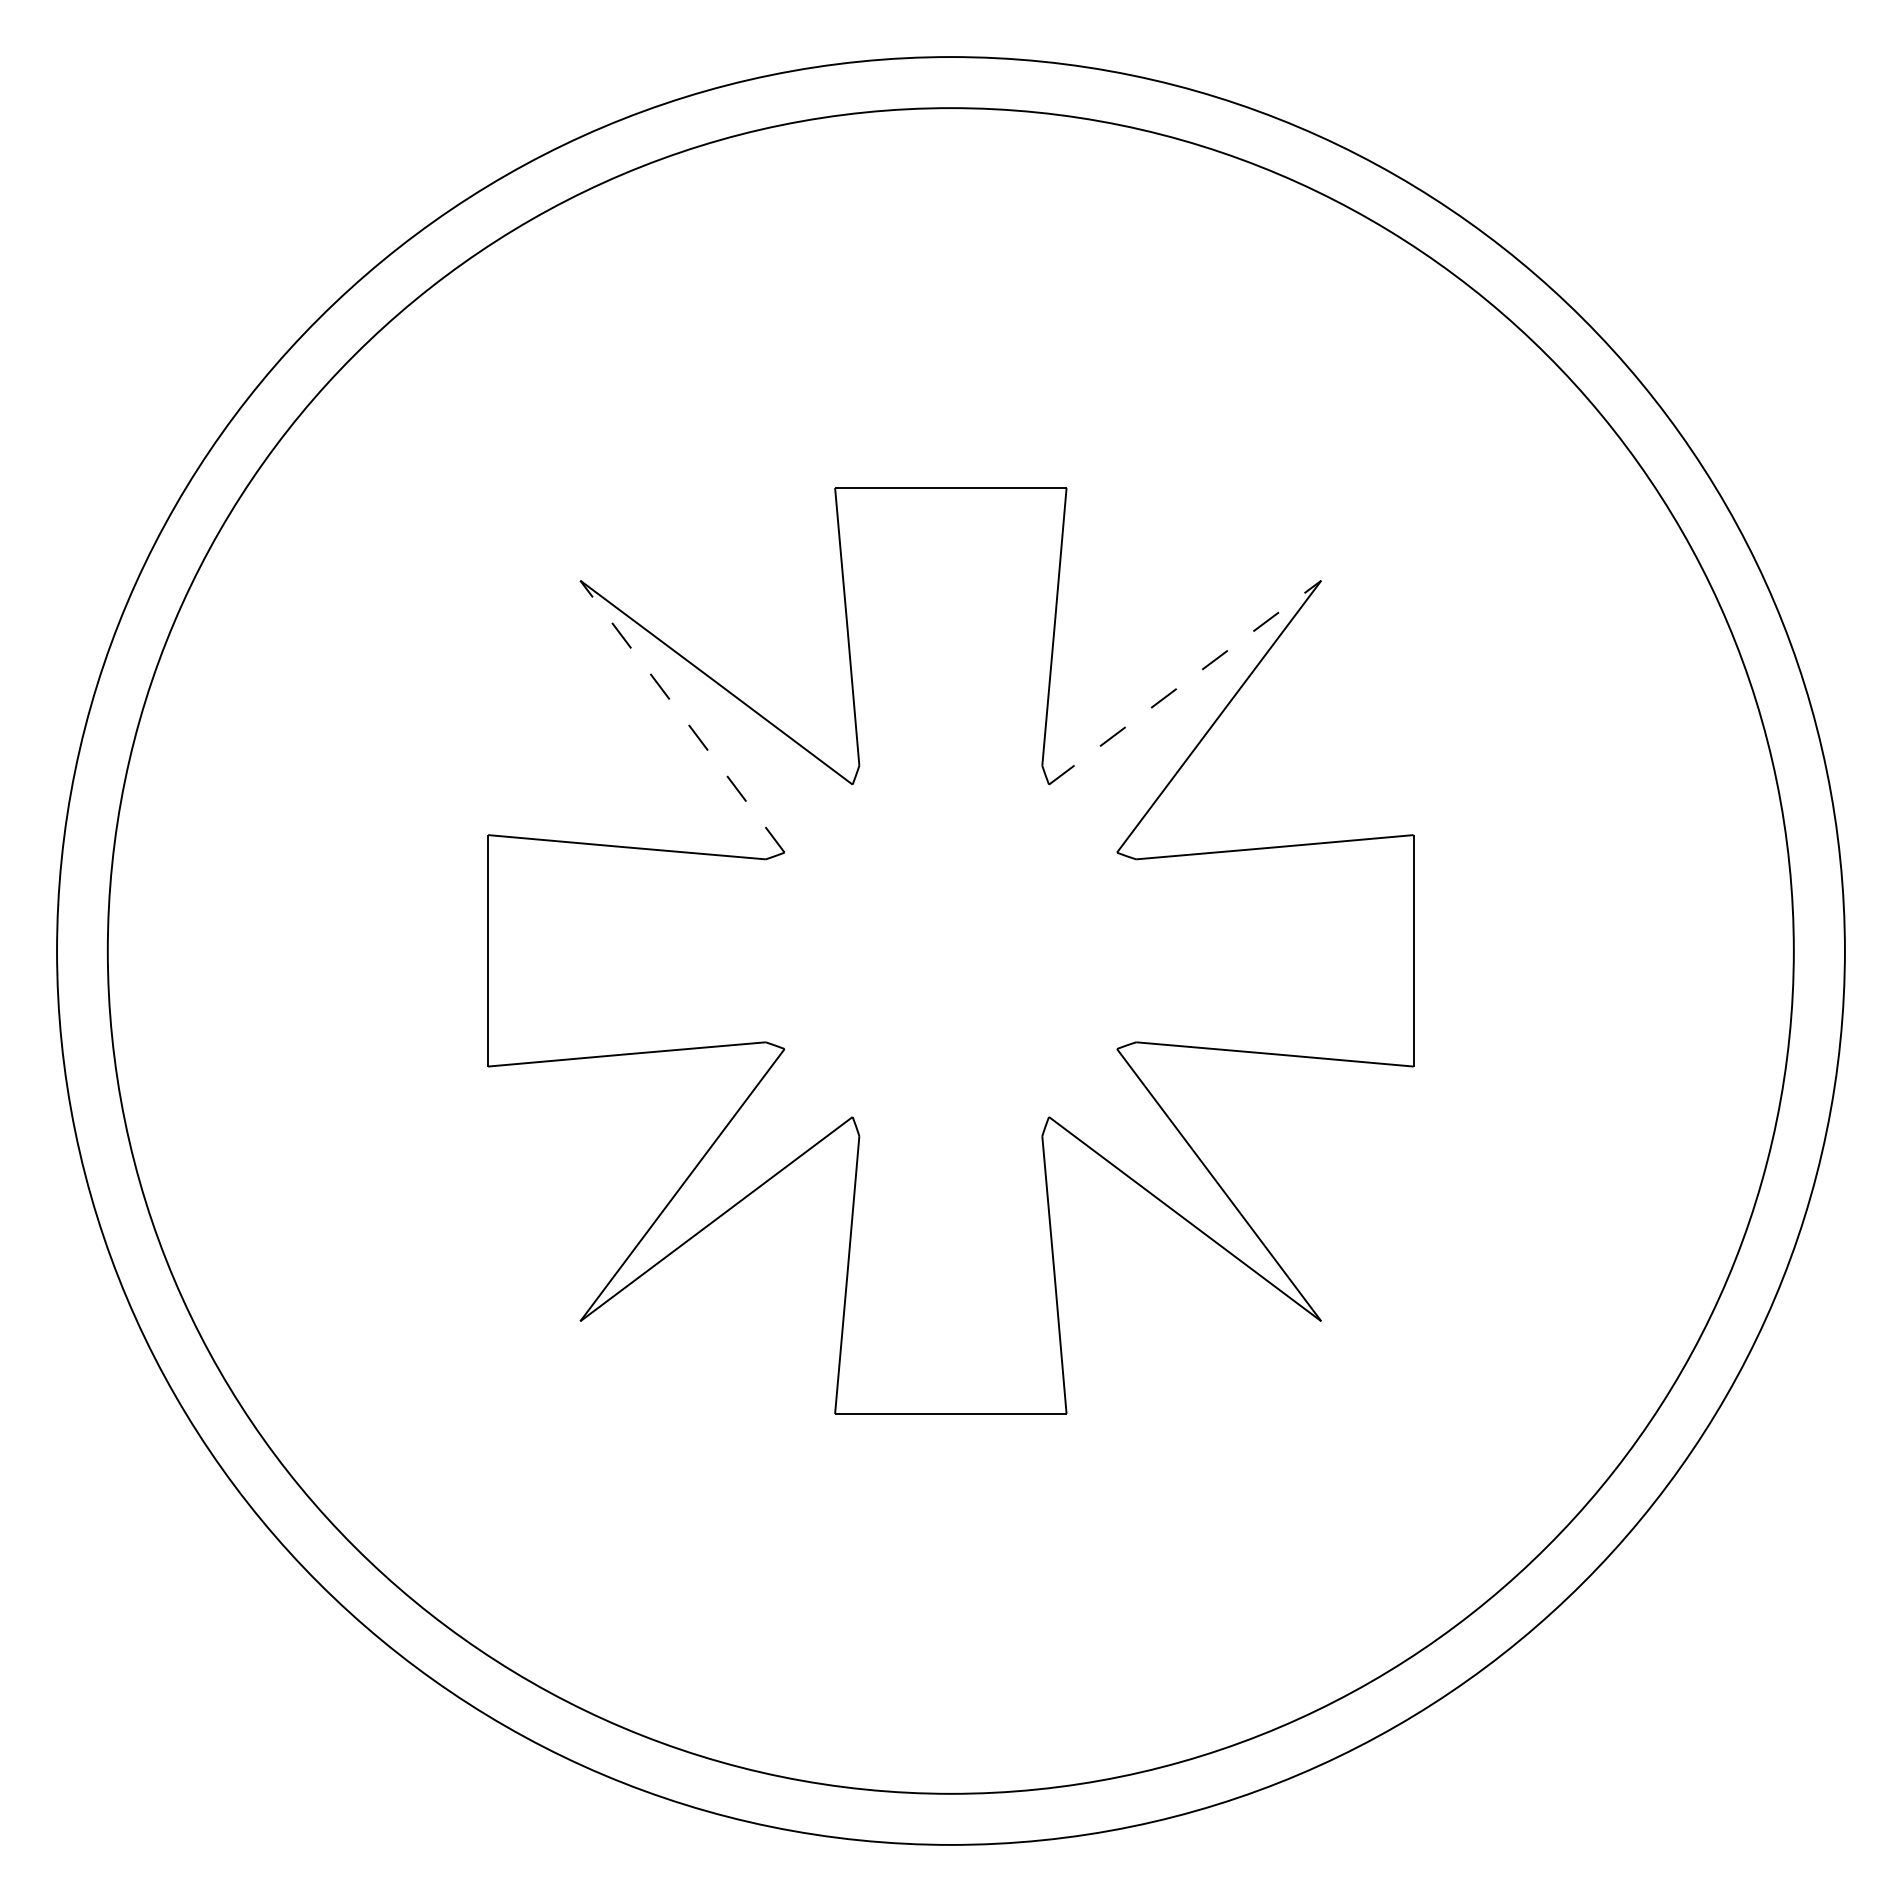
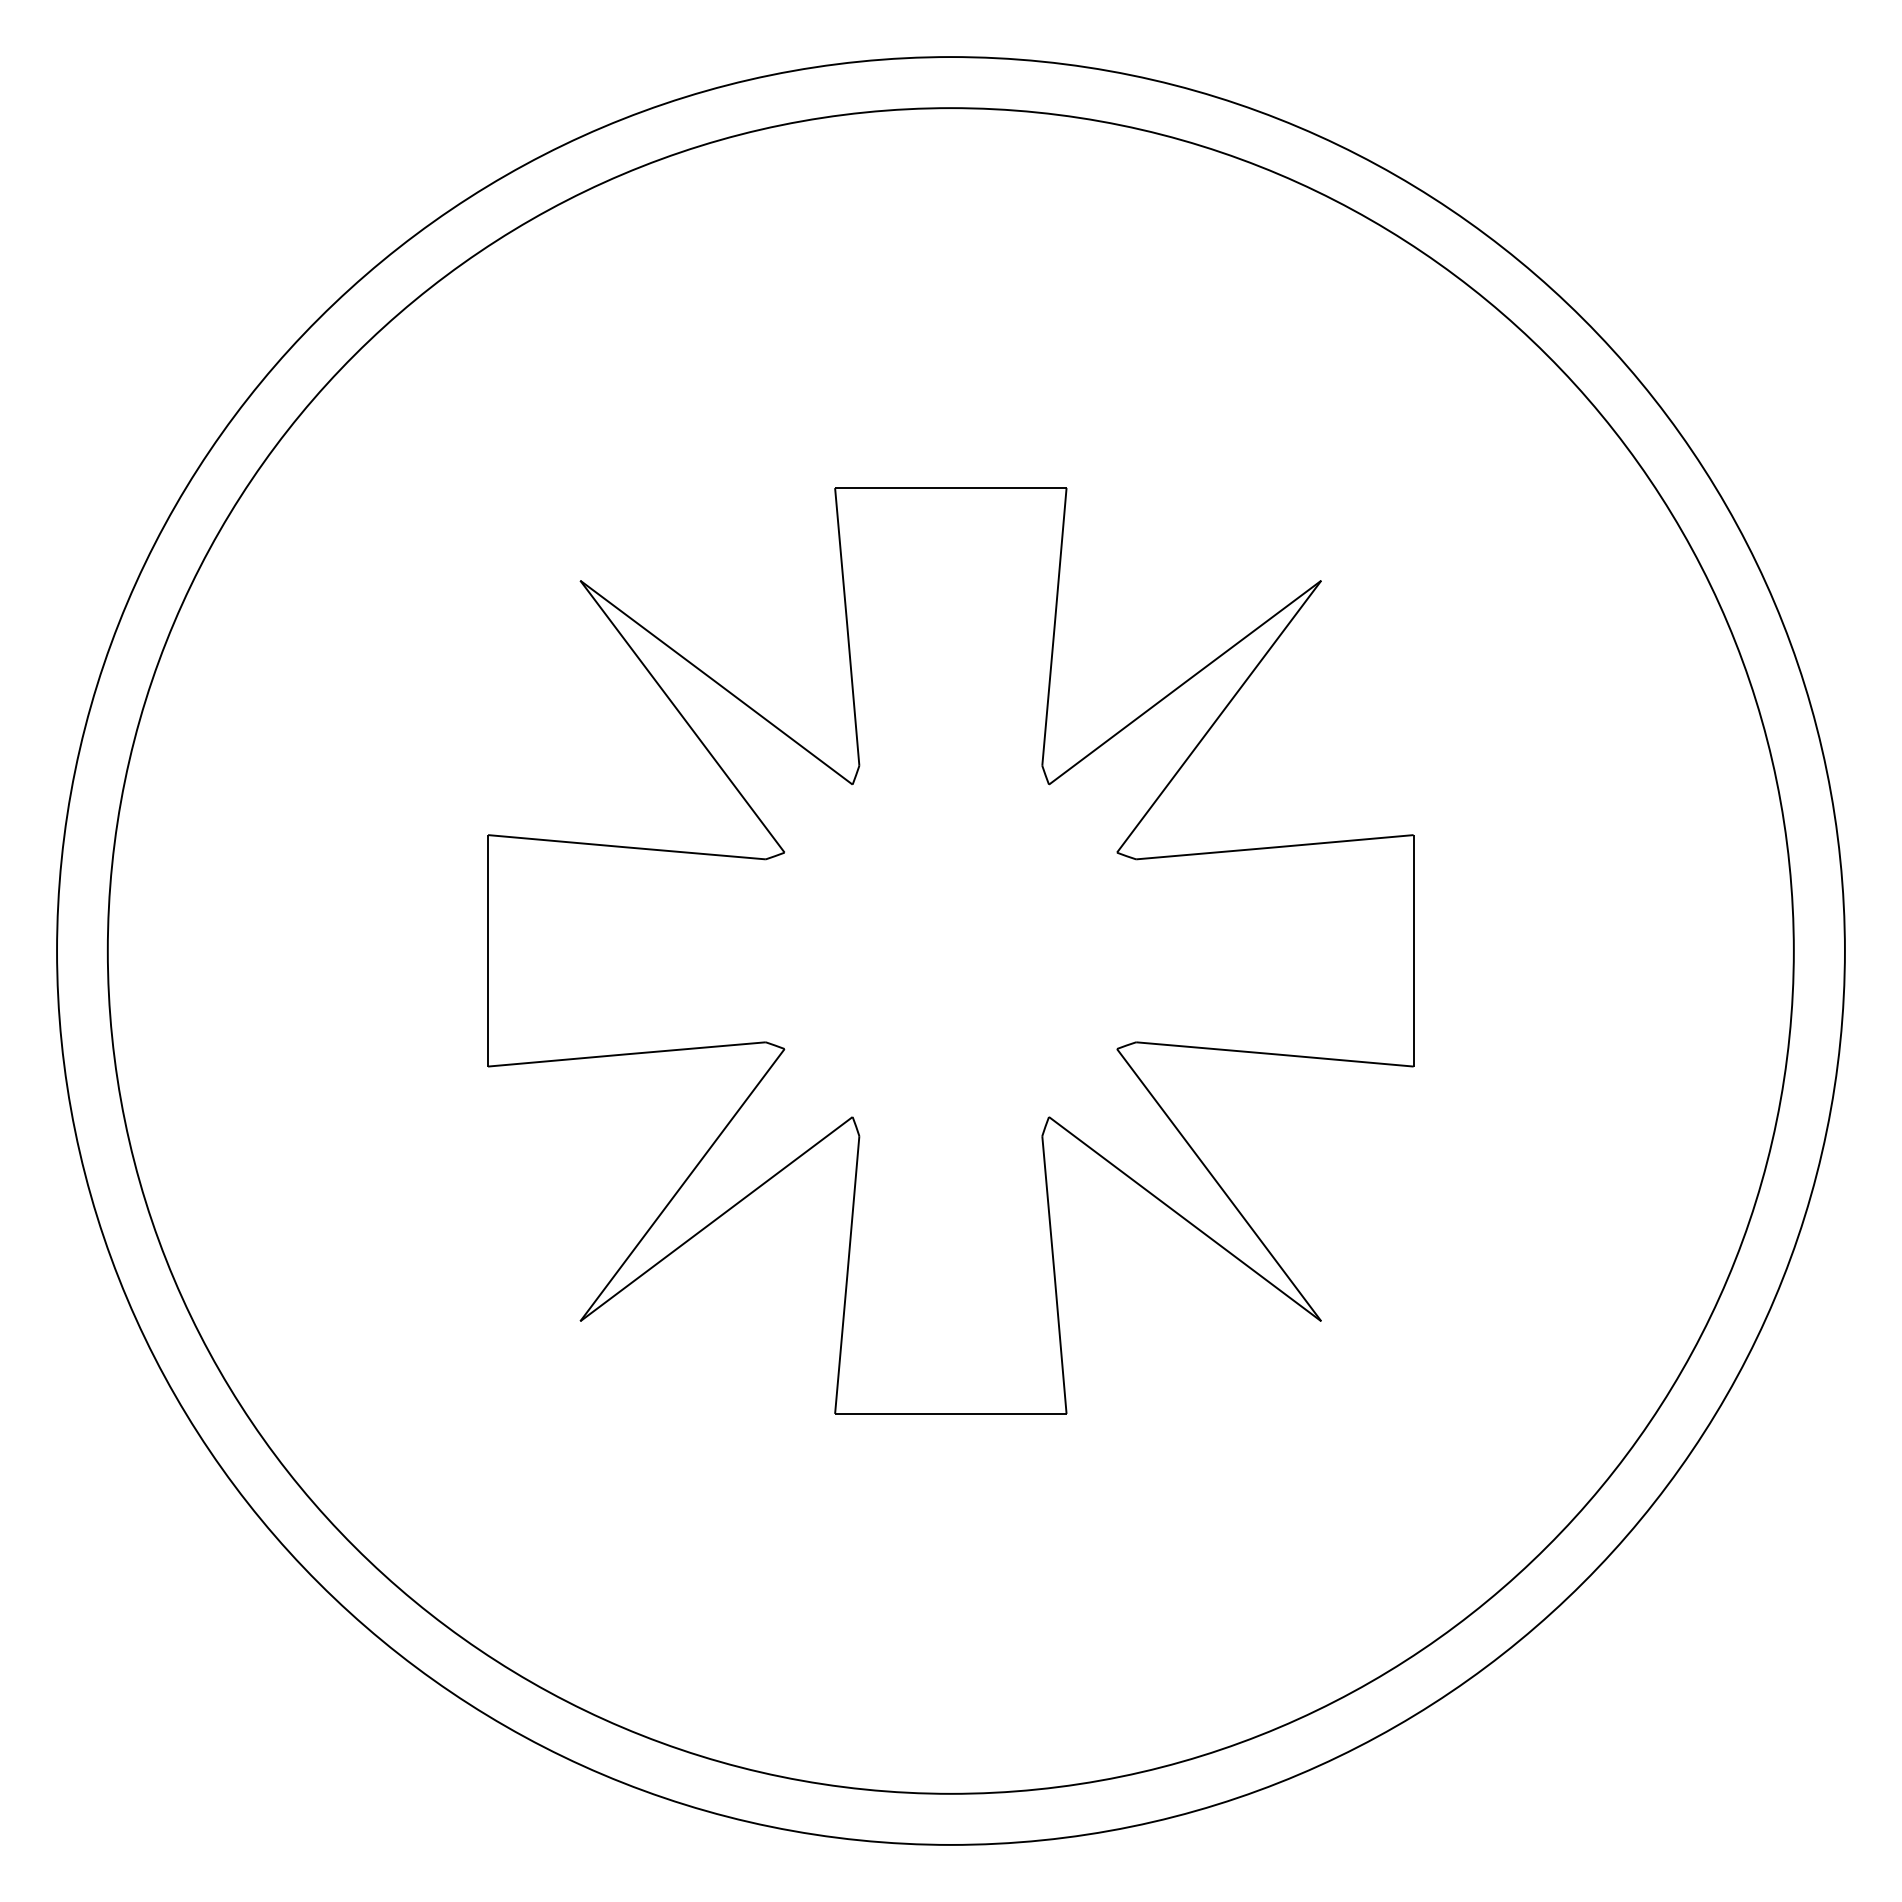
line at (1185, 682): dashed -> solid
line at (682, 716): dashed -> solid
